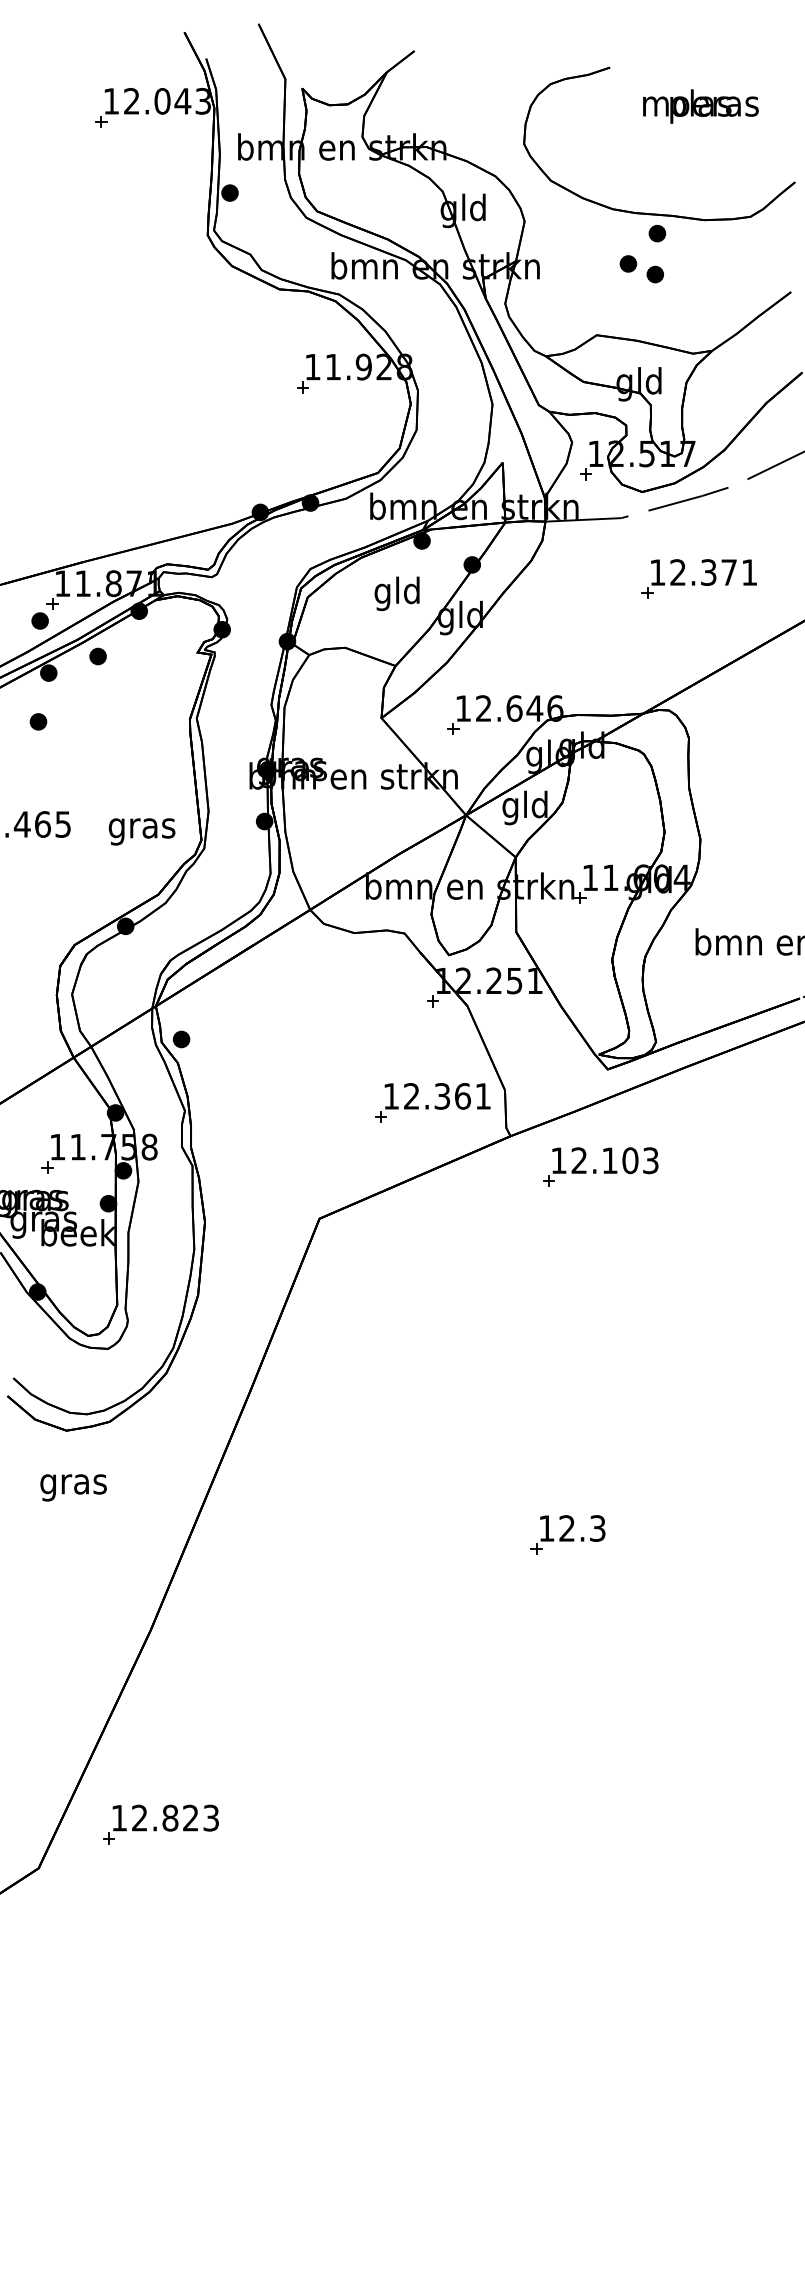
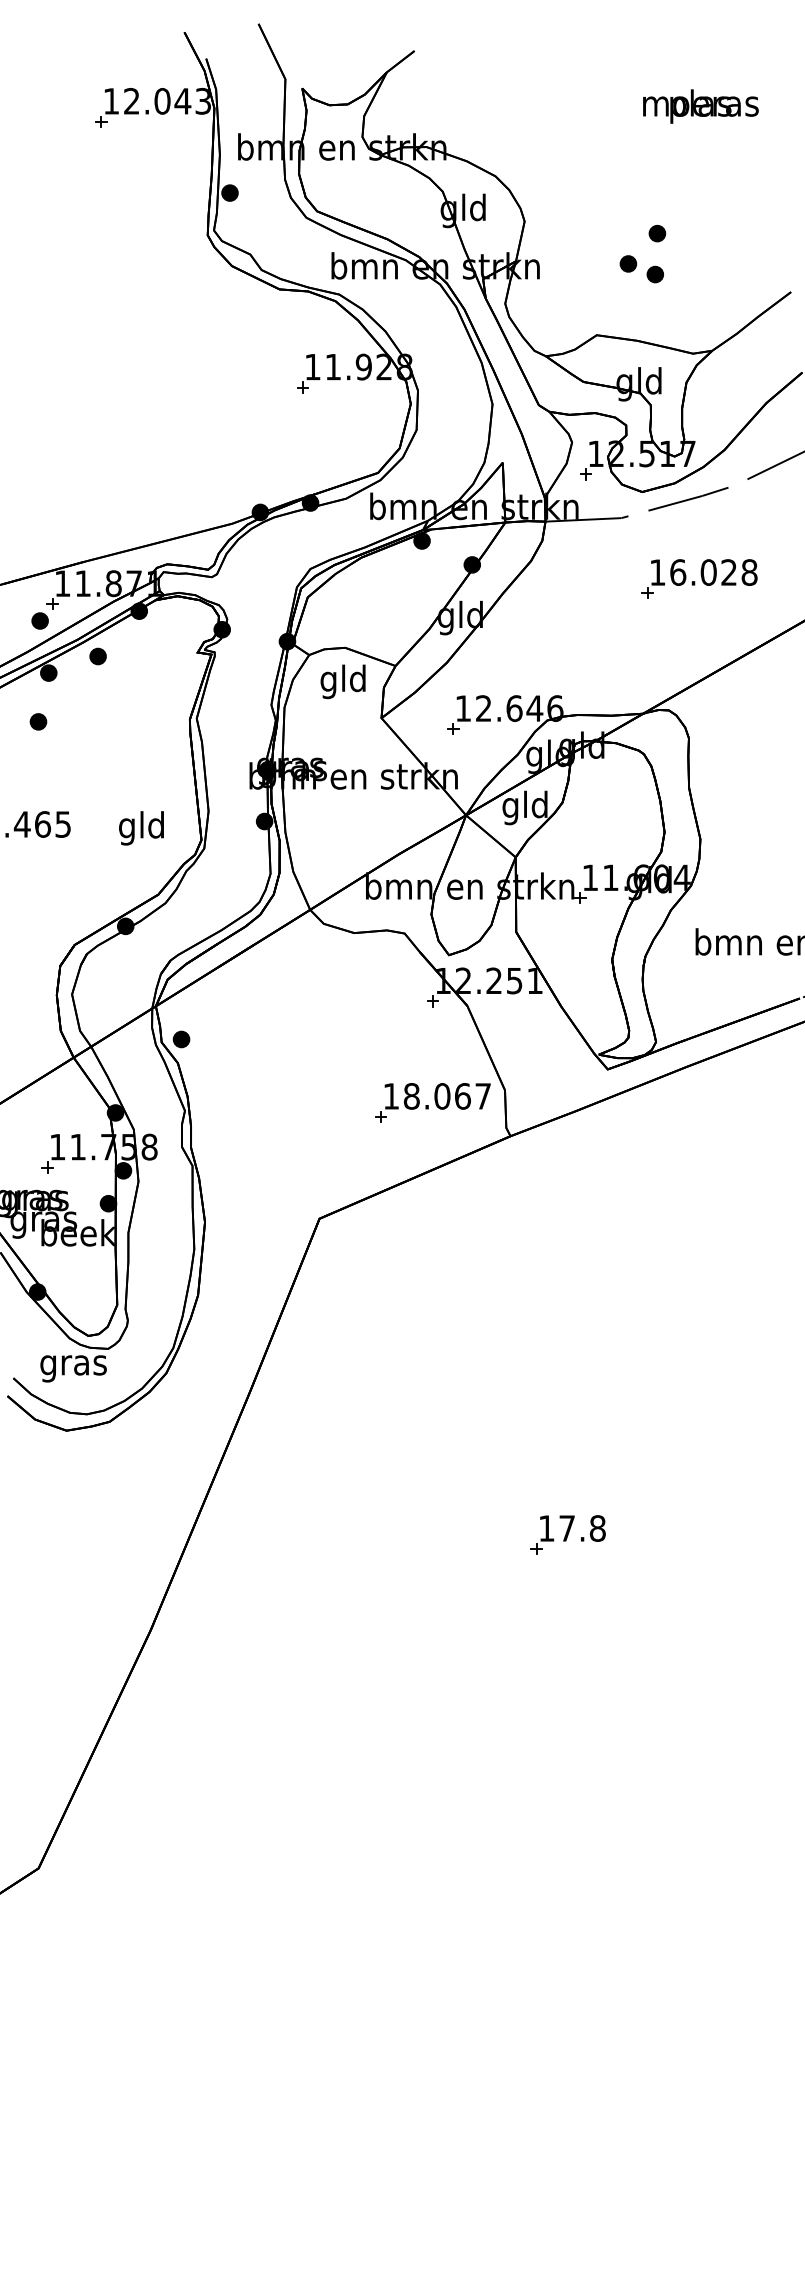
part at (658, 213): present -> none
text at (713, 572): 12.371 -> 16.028
text at (396, 593) position: (396, 593) -> (342, 681)
text at (141, 828): gras -> gld
text at (446, 1096): 12.361 -> 18.067
part at (600, 1166): present -> none
text at (73, 1487) position: (73, 1487) -> (73, 1368)
text at (582, 1528): 12.3 -> 17.8
part at (160, 1824): present -> none
